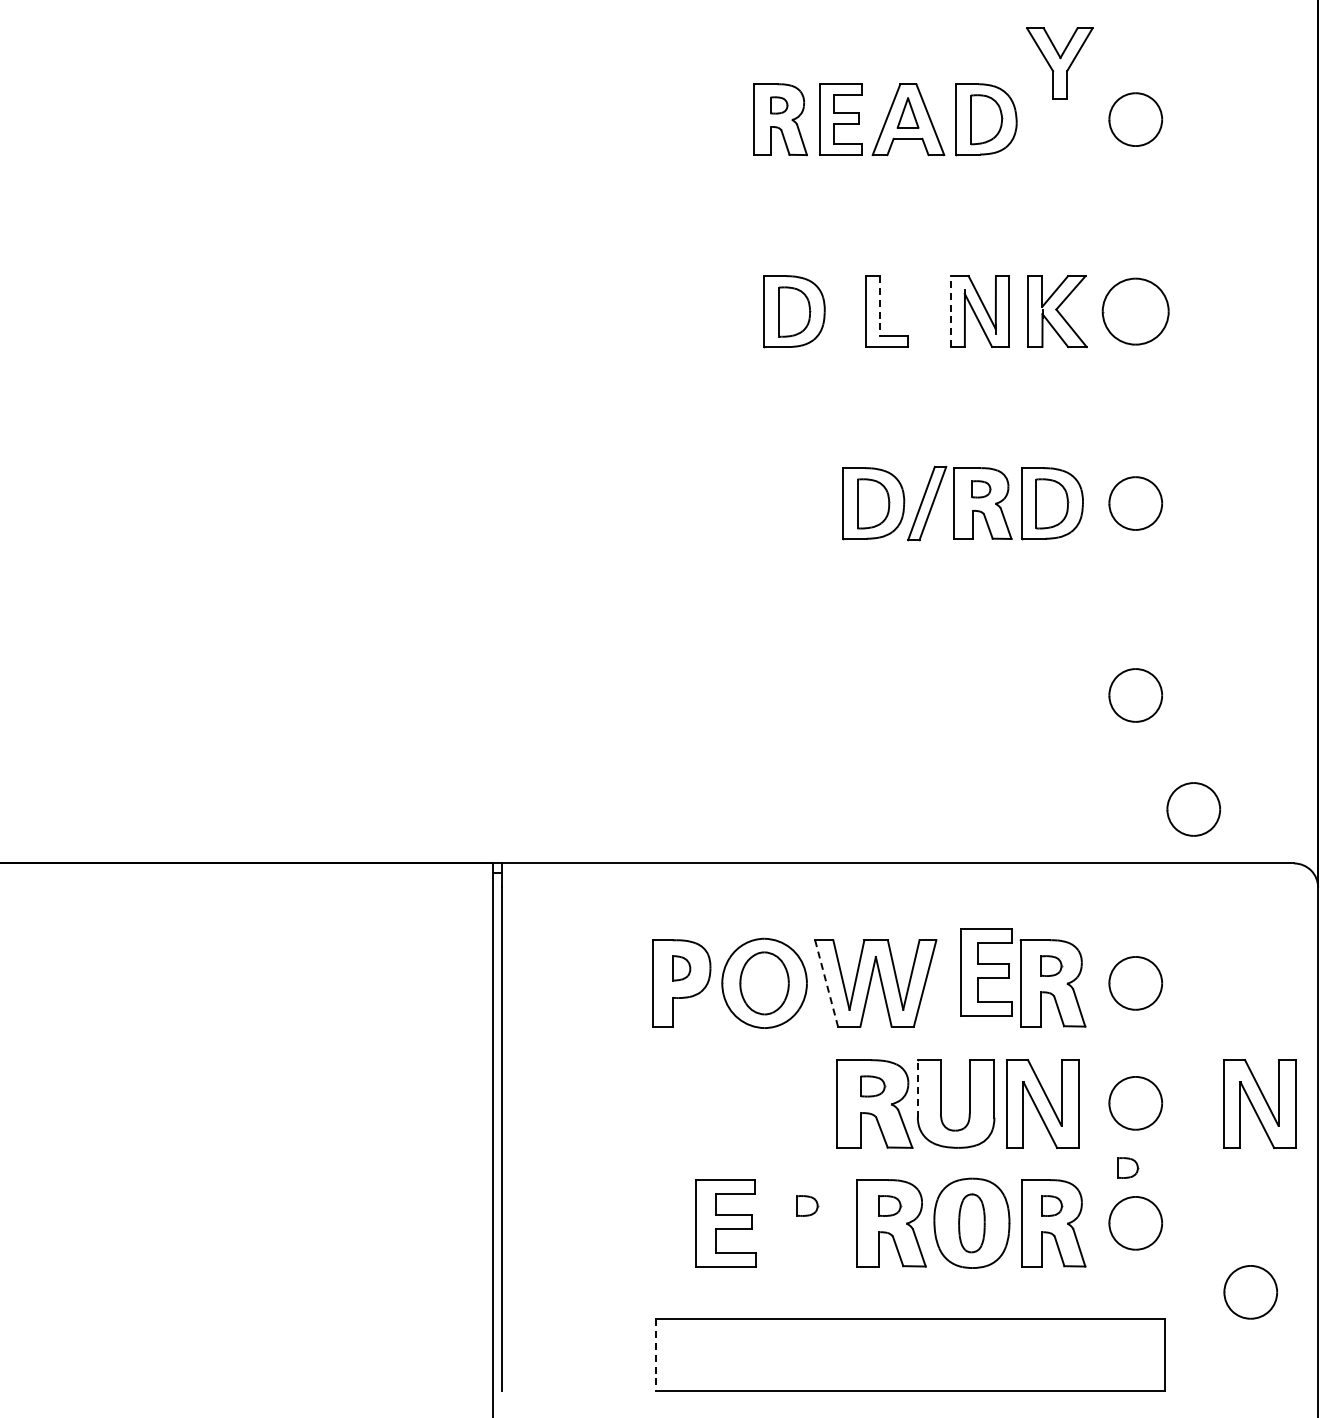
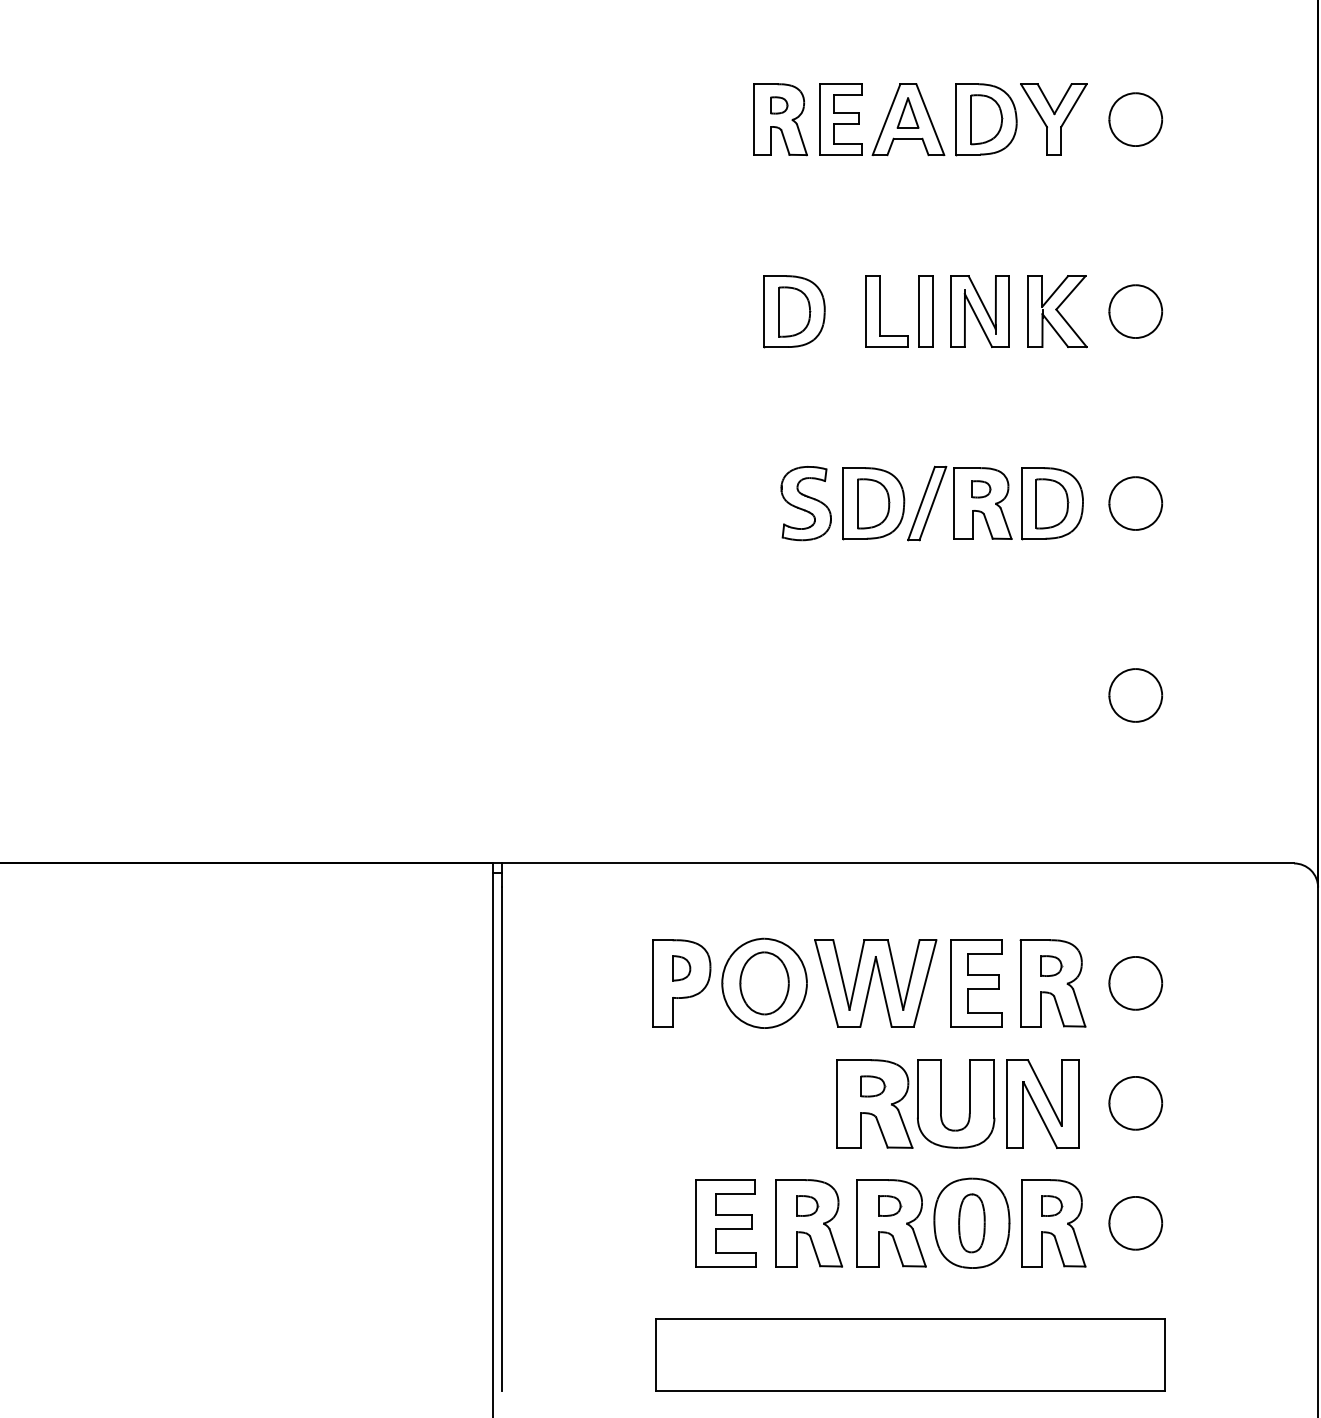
part at (1059, 63) position: (1059, 63) -> (1053, 119)
line at (880, 306): dashed -> solid
part at (925, 311): none -> present
line at (951, 311): dashed -> solid
part at (1135, 311) size: 69x69 px -> 56x55 px
part at (805, 503): none -> present
part at (1193, 809): present -> none
part at (986, 972) position: (986, 972) -> (976, 983)
line at (826, 983): dashed -> solid
line at (917, 1088): dashed -> solid
part at (1259, 1103): present -> none
part at (1128, 1167): present -> none
part at (808, 1223): none -> present
part at (1250, 1292): present -> none
line at (655, 1355): dashed -> solid
